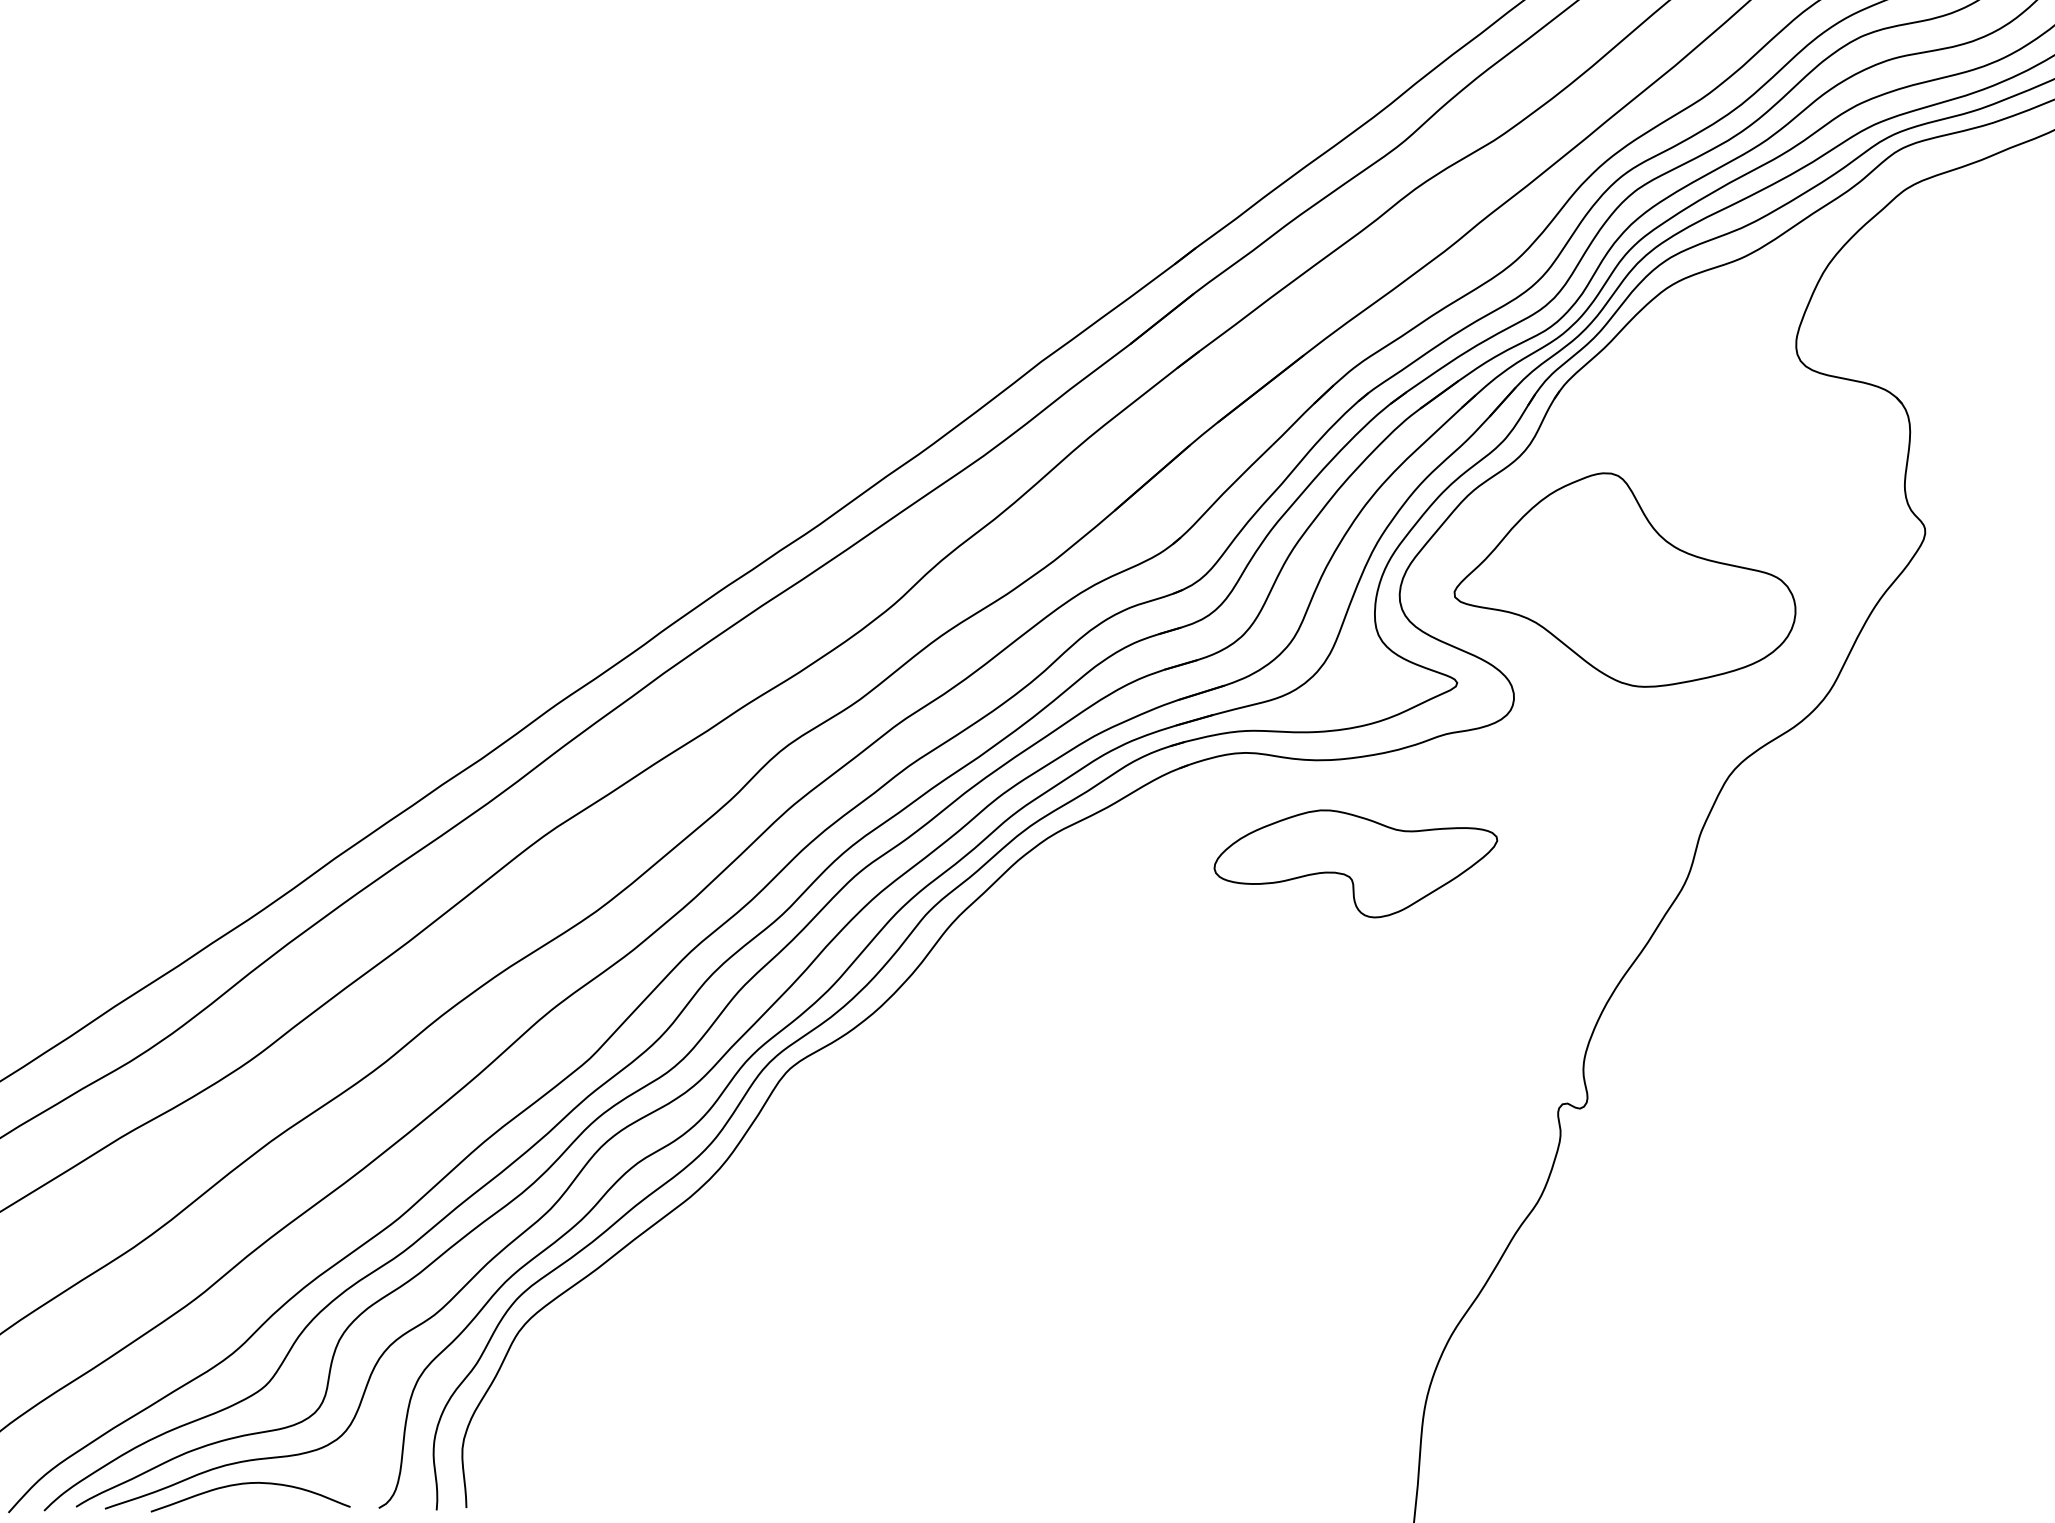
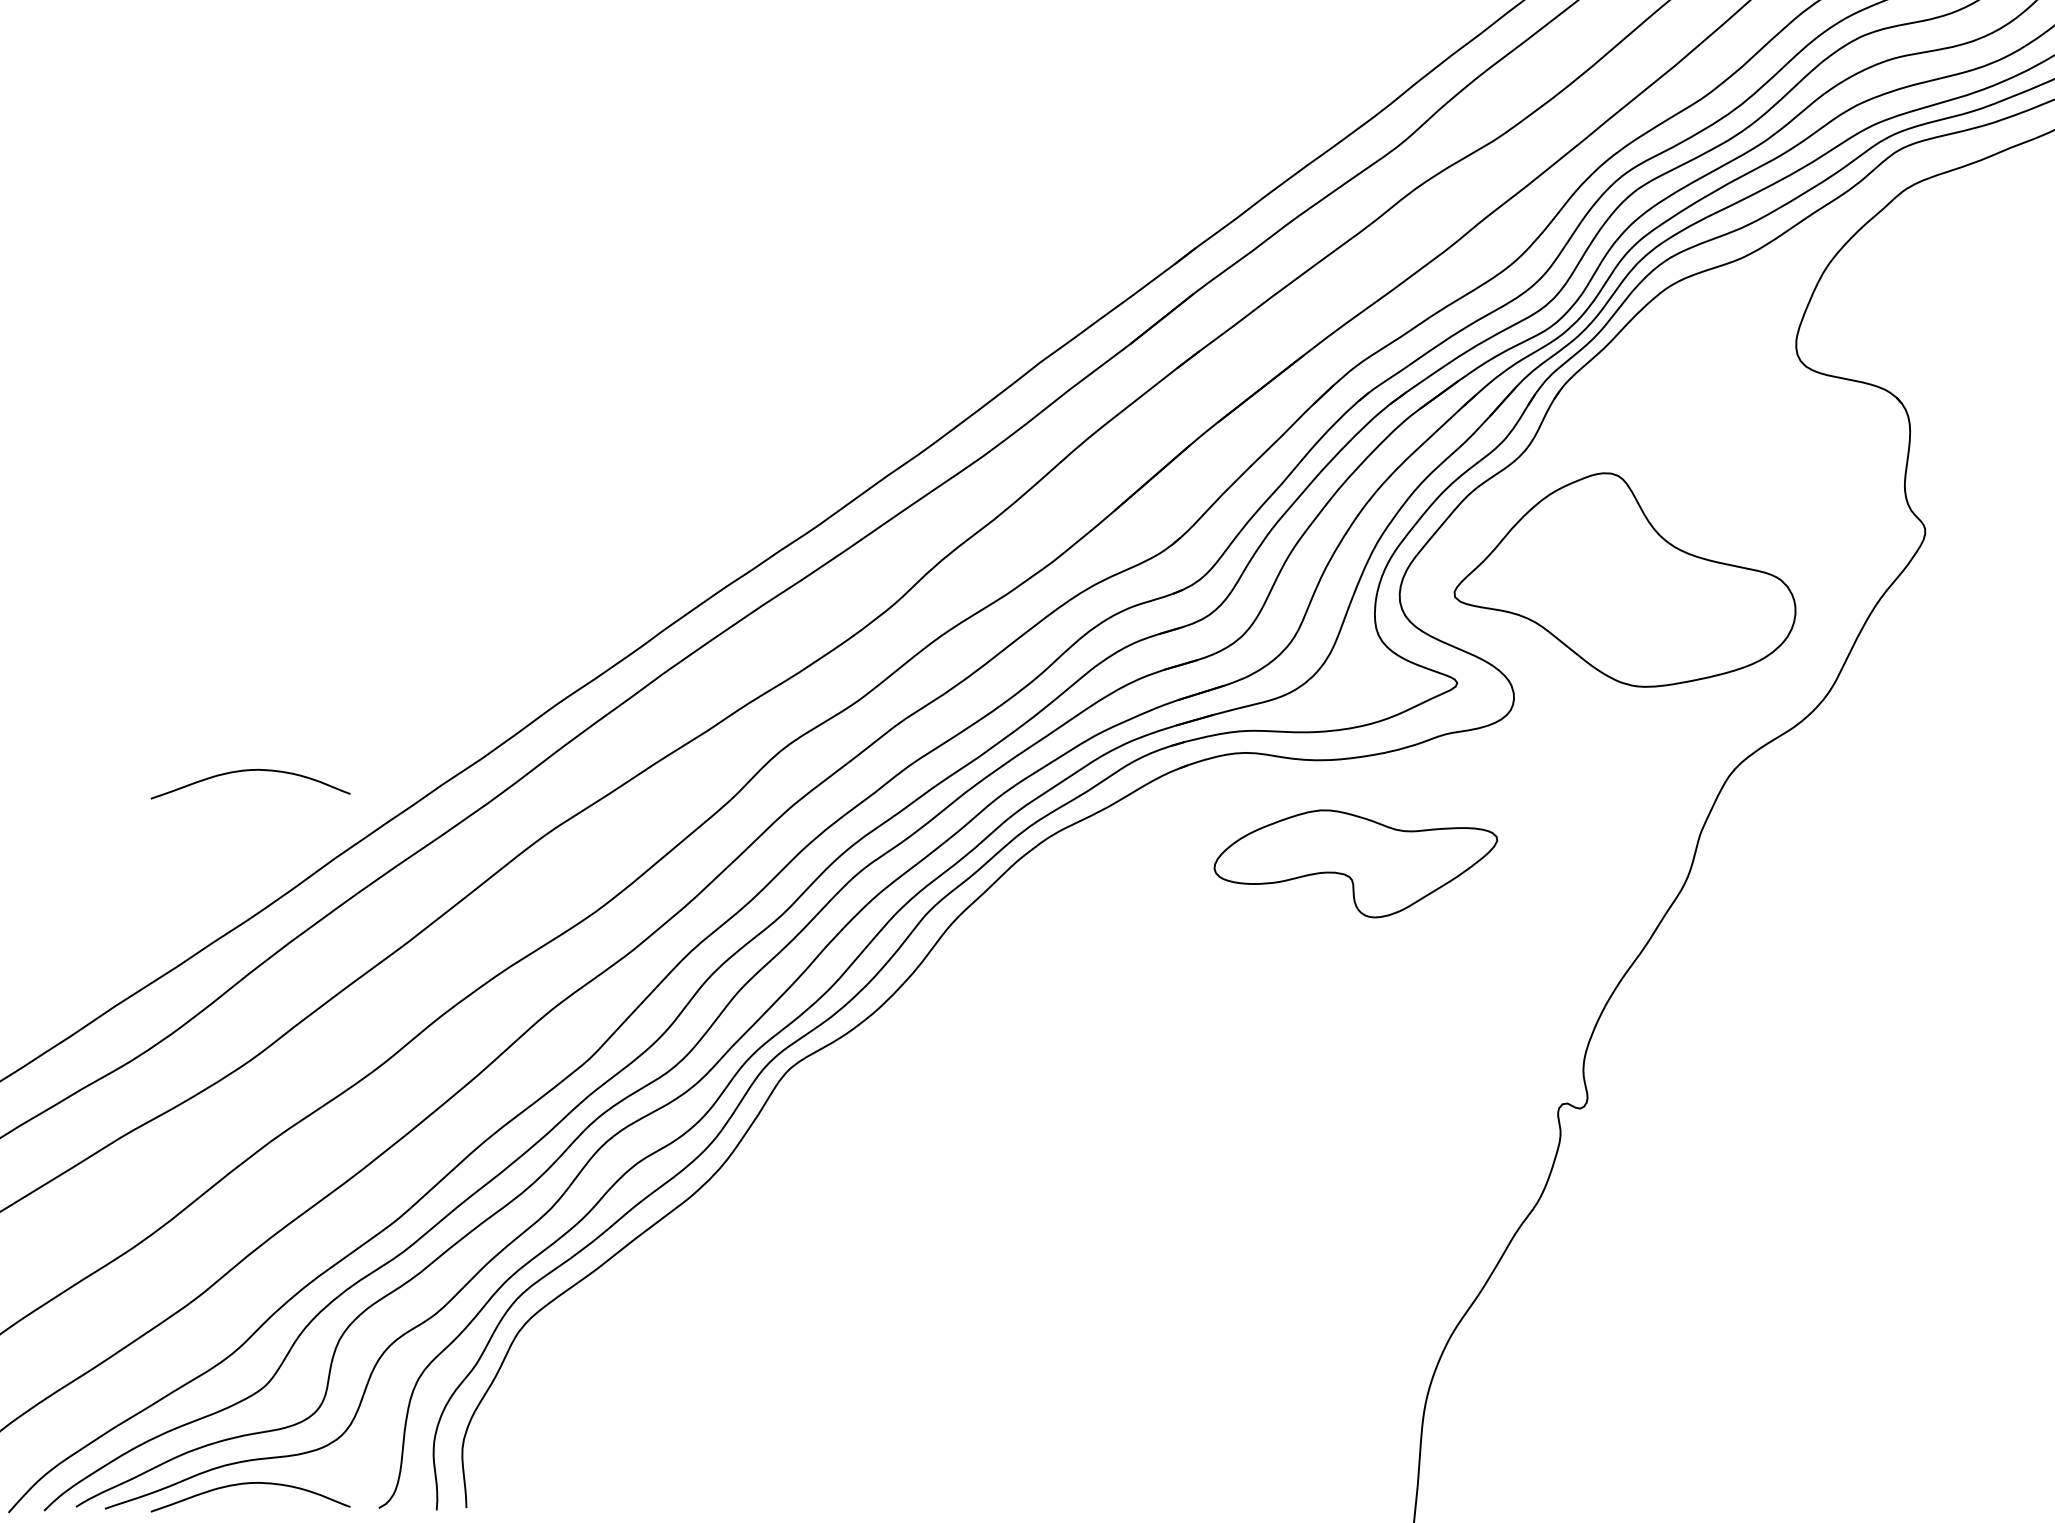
curve at (248, 771): none -> present
